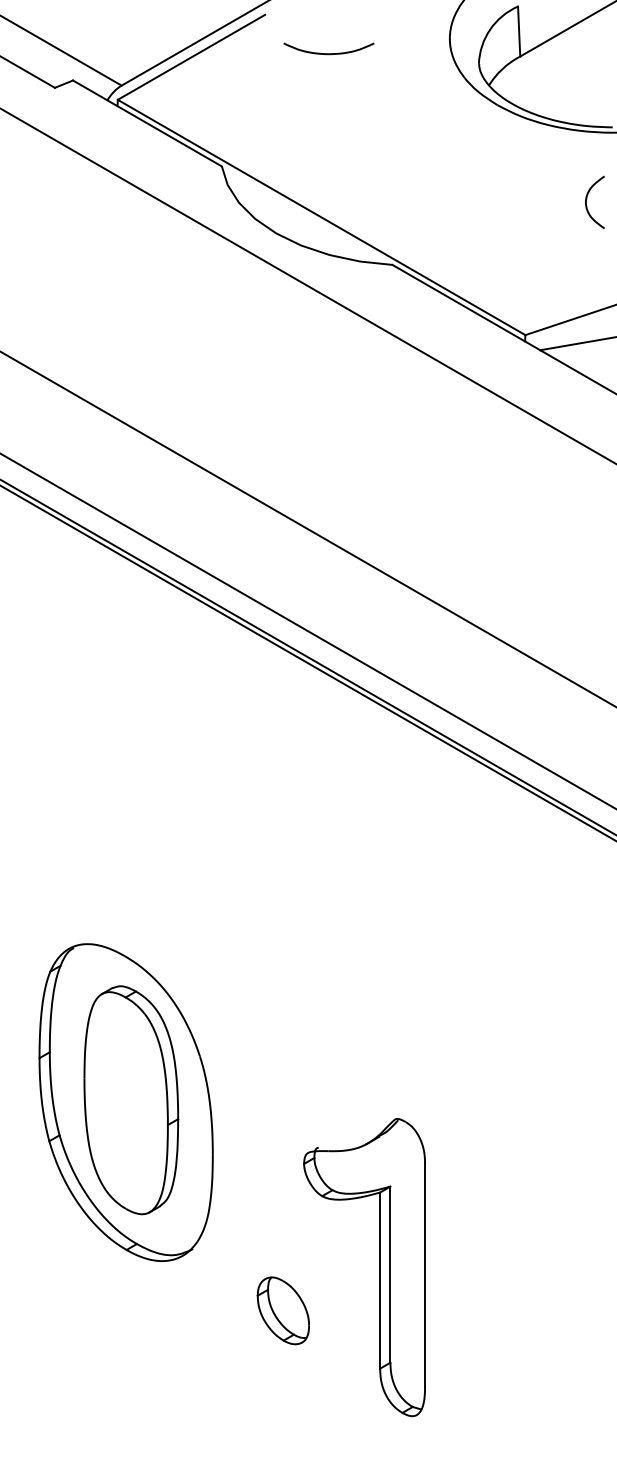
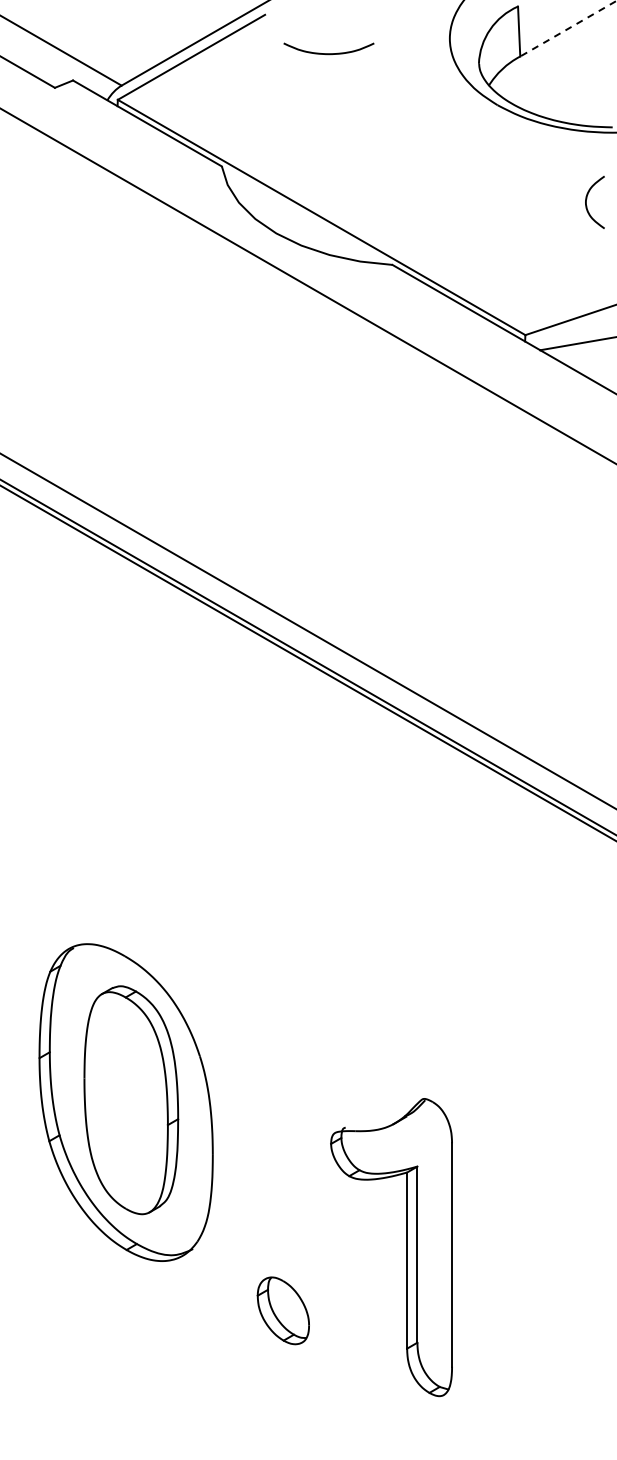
line at (567, 29): solid -> dashed
line at (307, 528): present -> none
part at (379, 1267) position: (379, 1267) -> (406, 1247)
